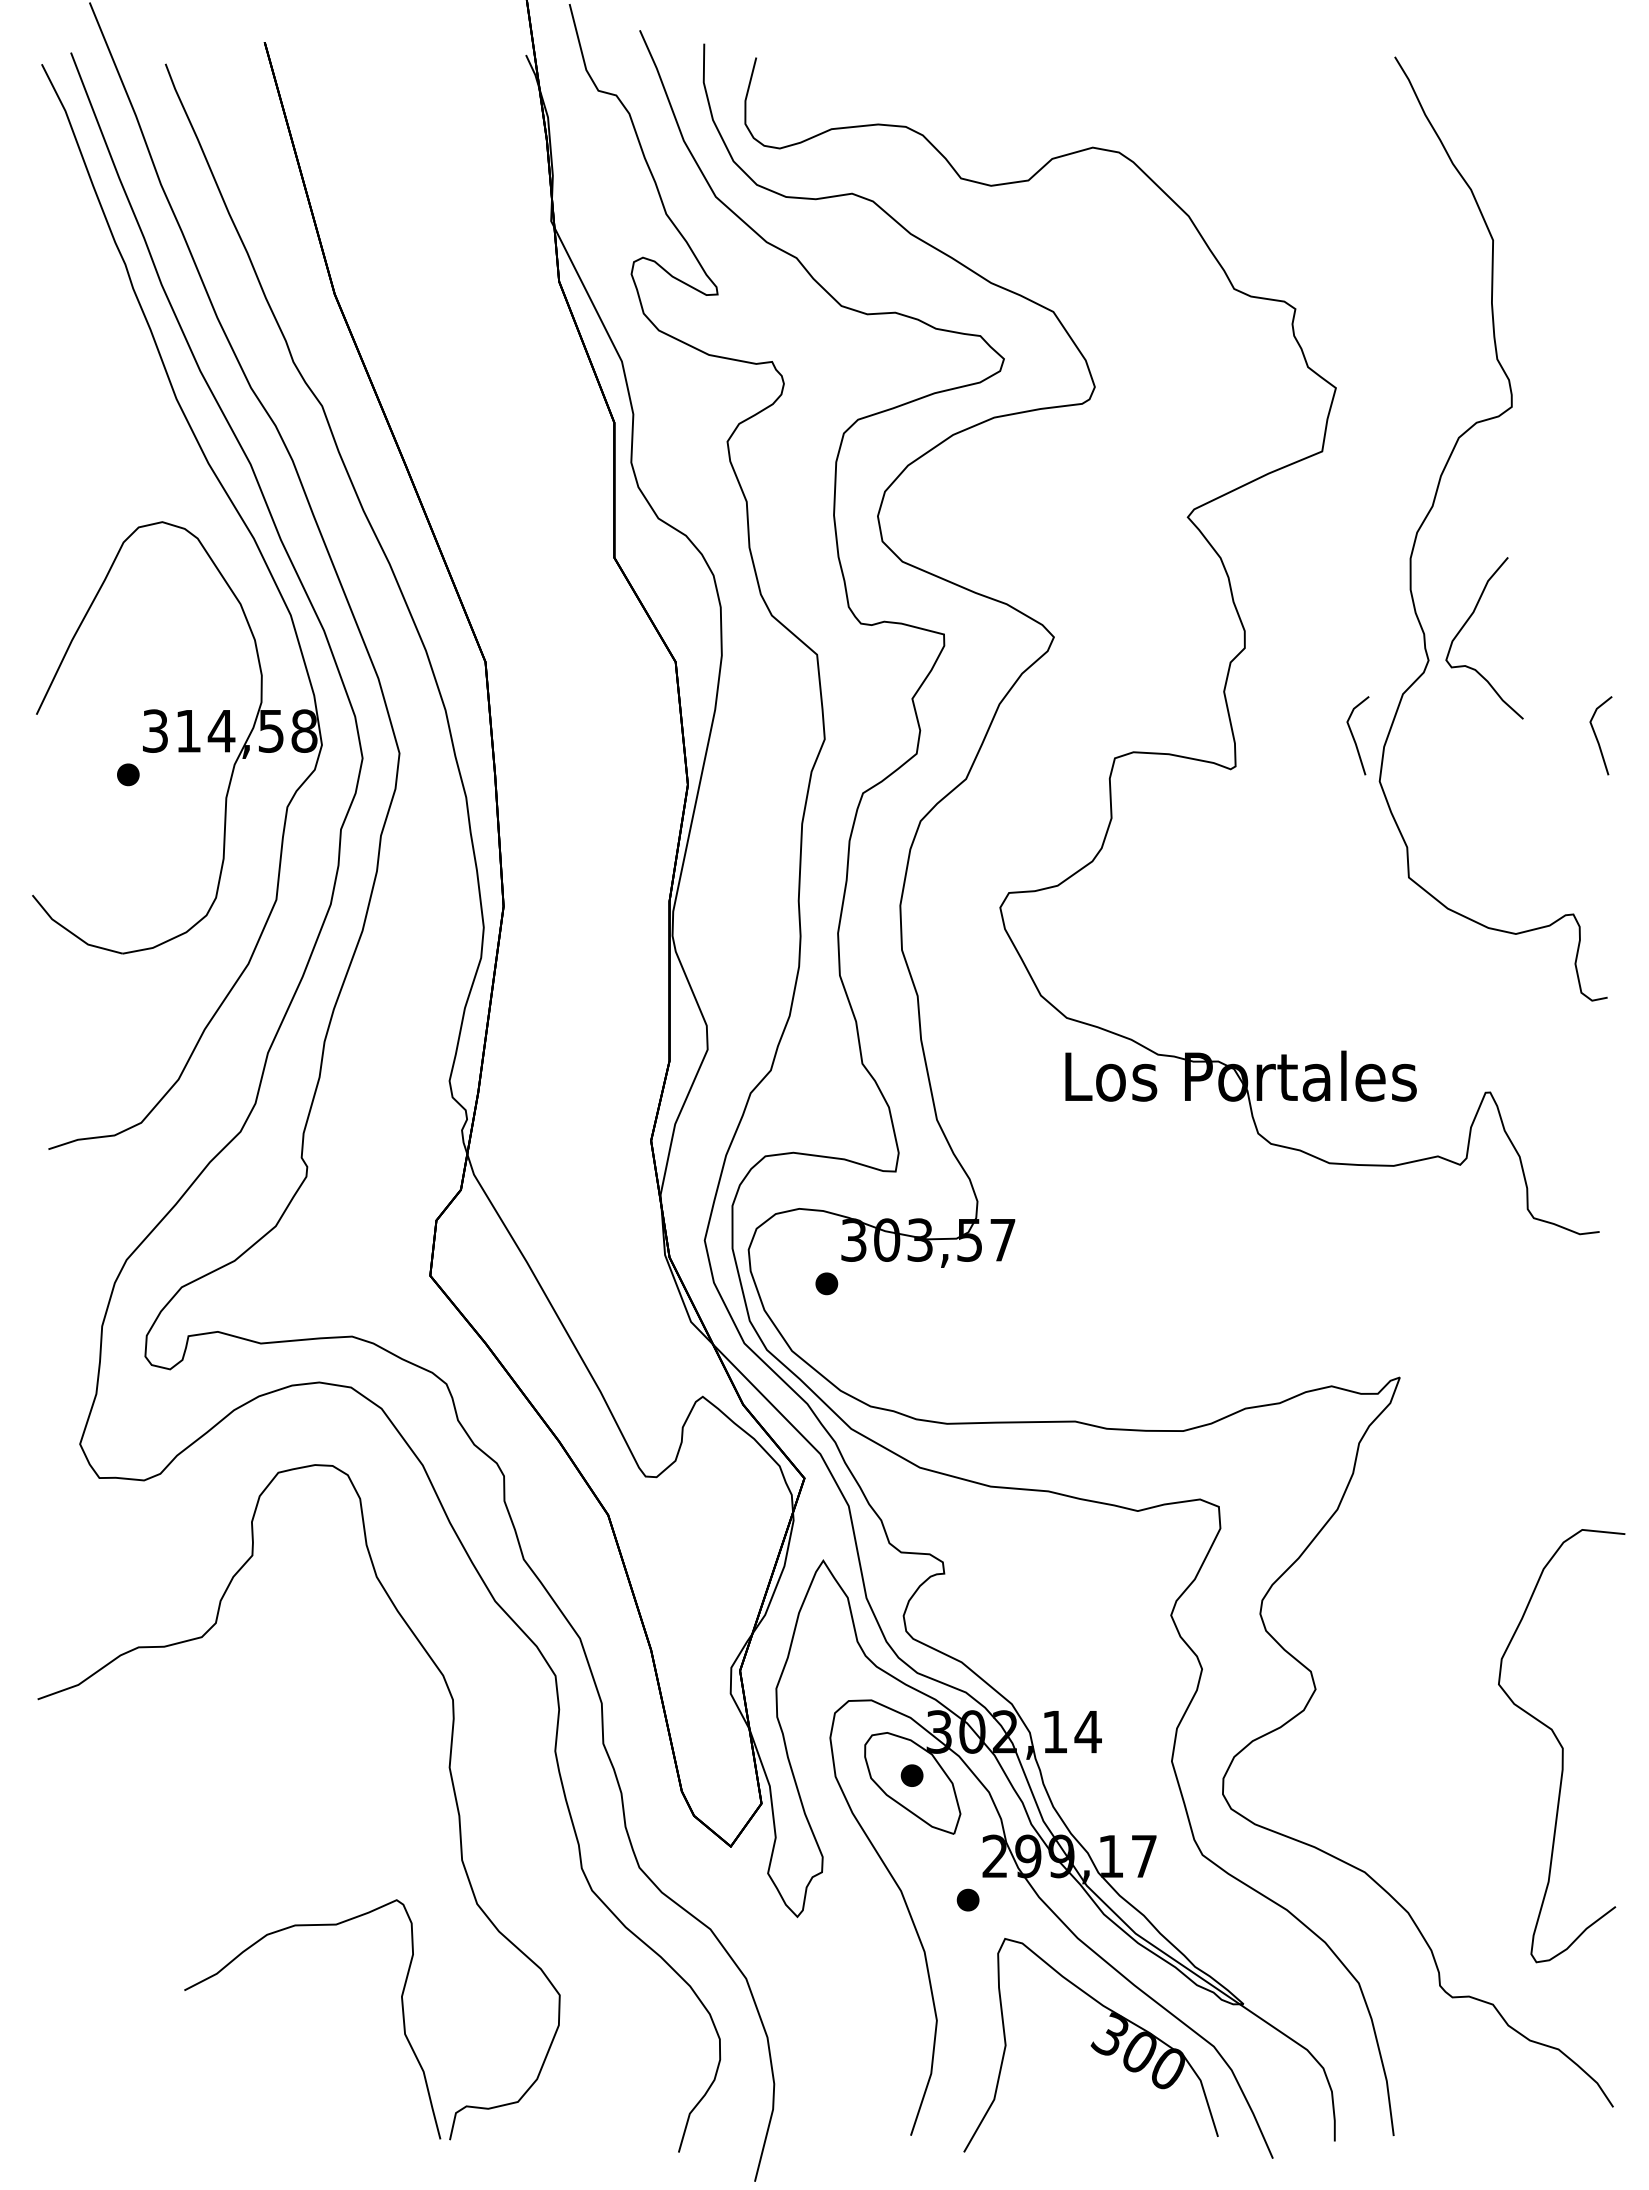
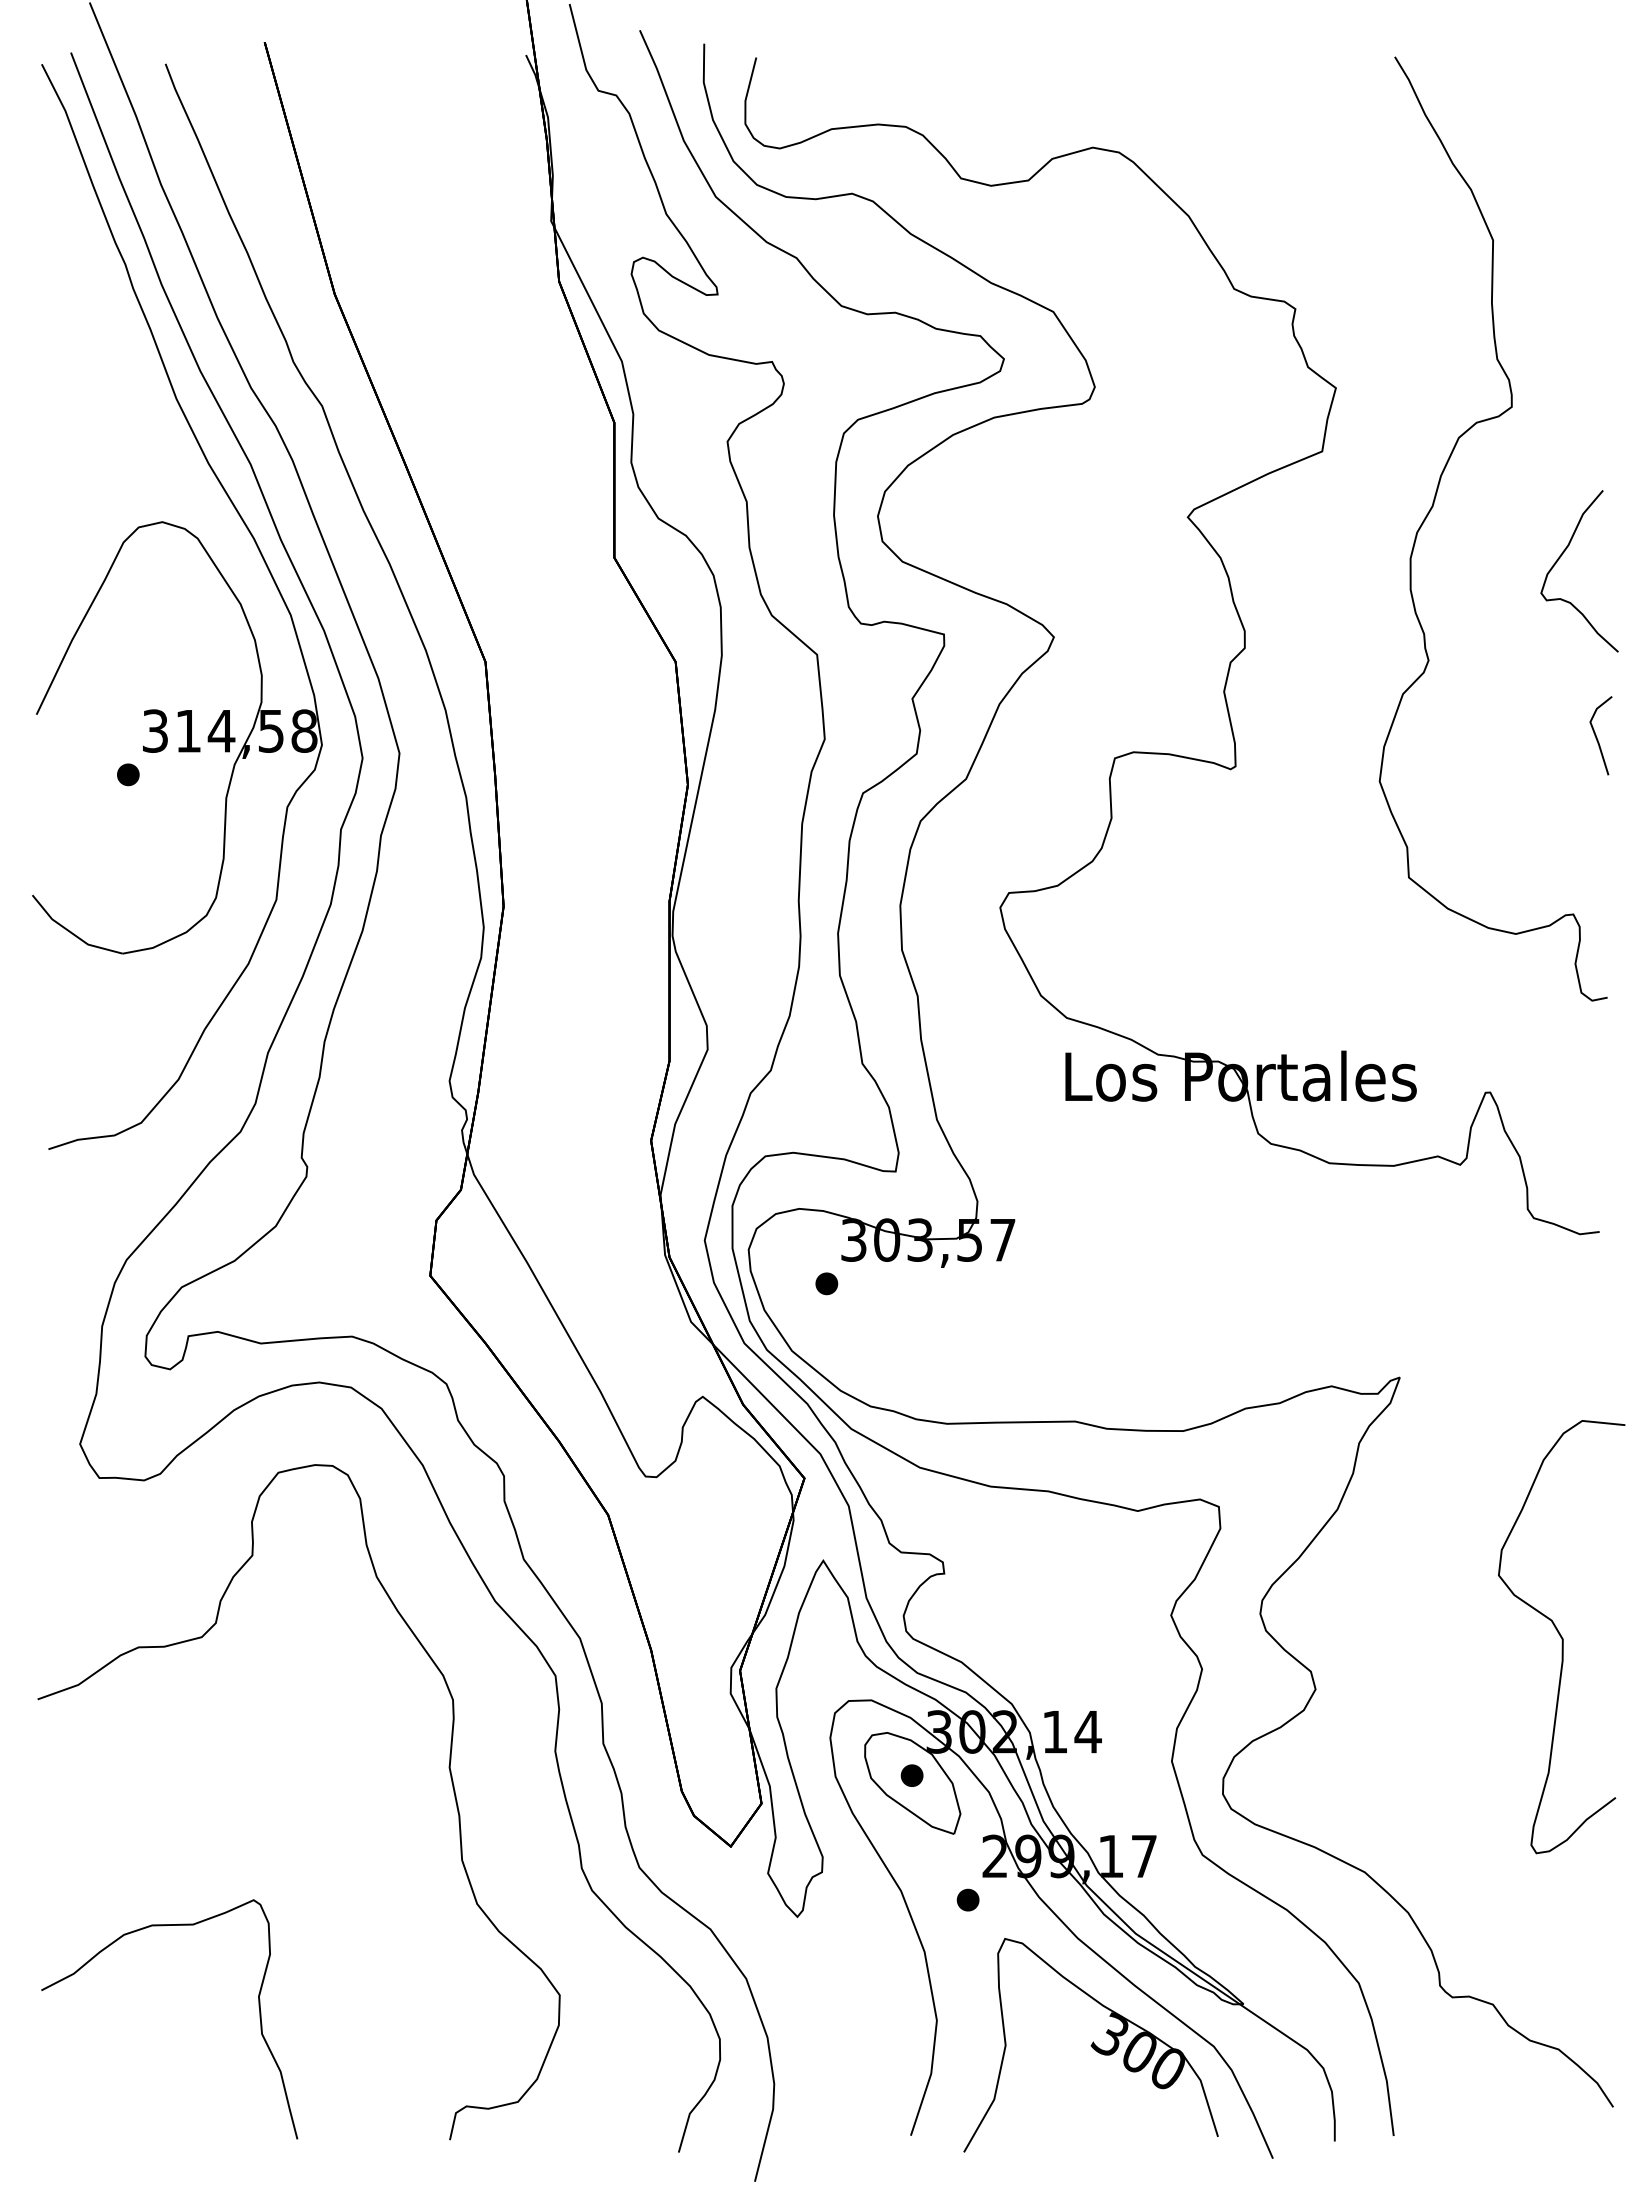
curve at (1465, 625) position: (1465, 625) -> (1560, 558)
line at (1354, 737): present -> none
curve at (1561, 1746) position: (1561, 1746) -> (1561, 1637)
curve at (401, 2006) position: (401, 2006) -> (258, 2006)
